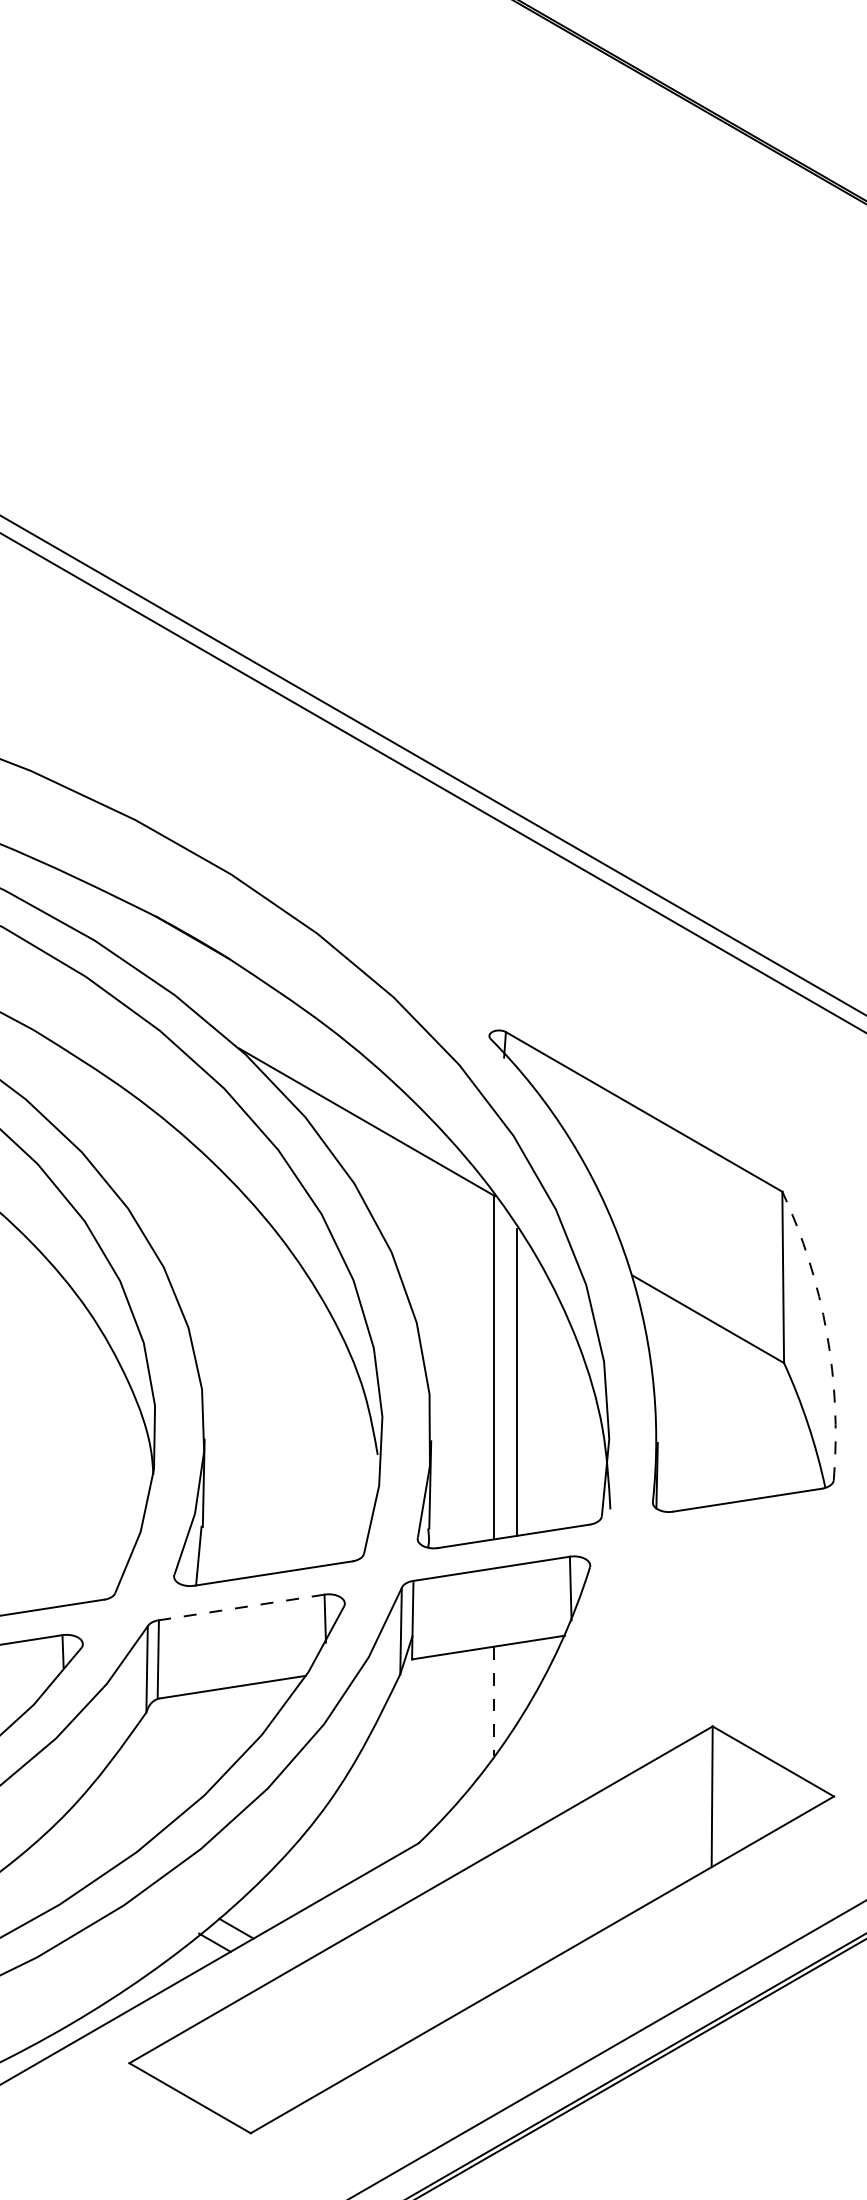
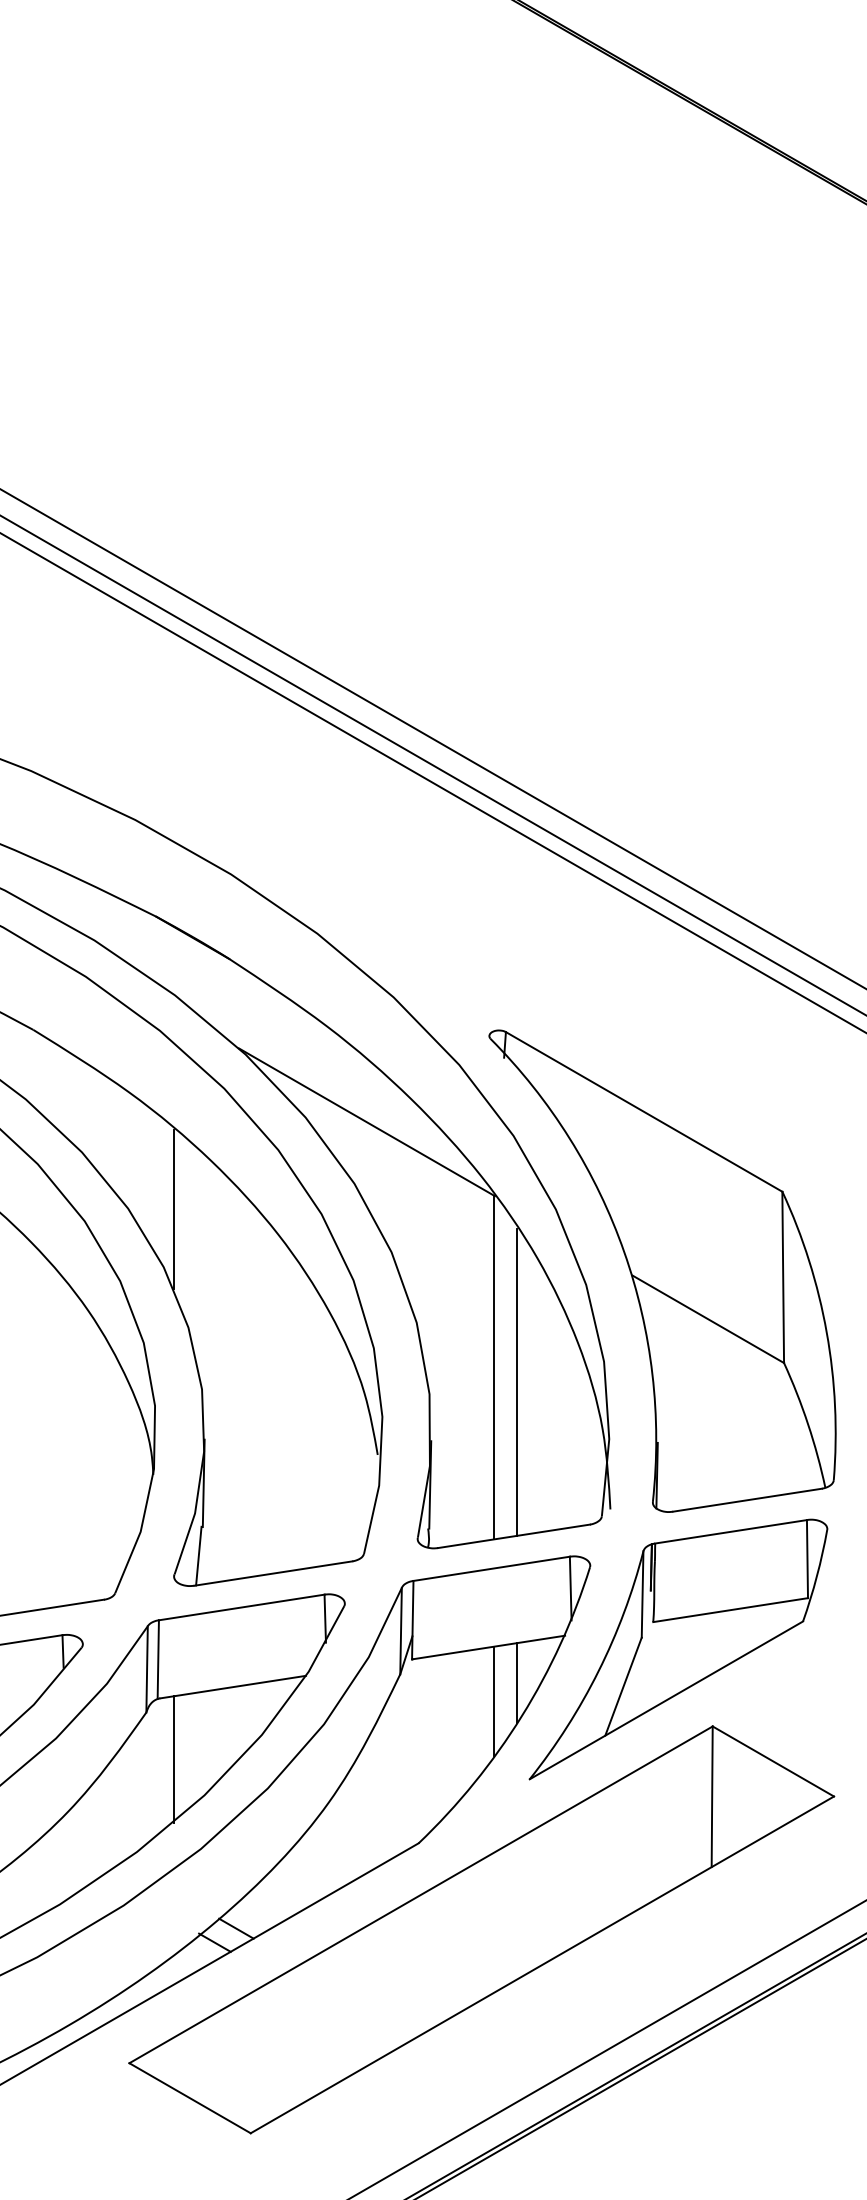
line at (432, 738): none -> present
line at (173, 1208): none -> present
arc at (826, 1332): dashed -> solid
line at (241, 1607): dashed -> solid
part at (678, 1649): none -> present
line at (517, 1683): none -> present
line at (494, 1701): dashed -> solid
line at (173, 1759): none -> present
